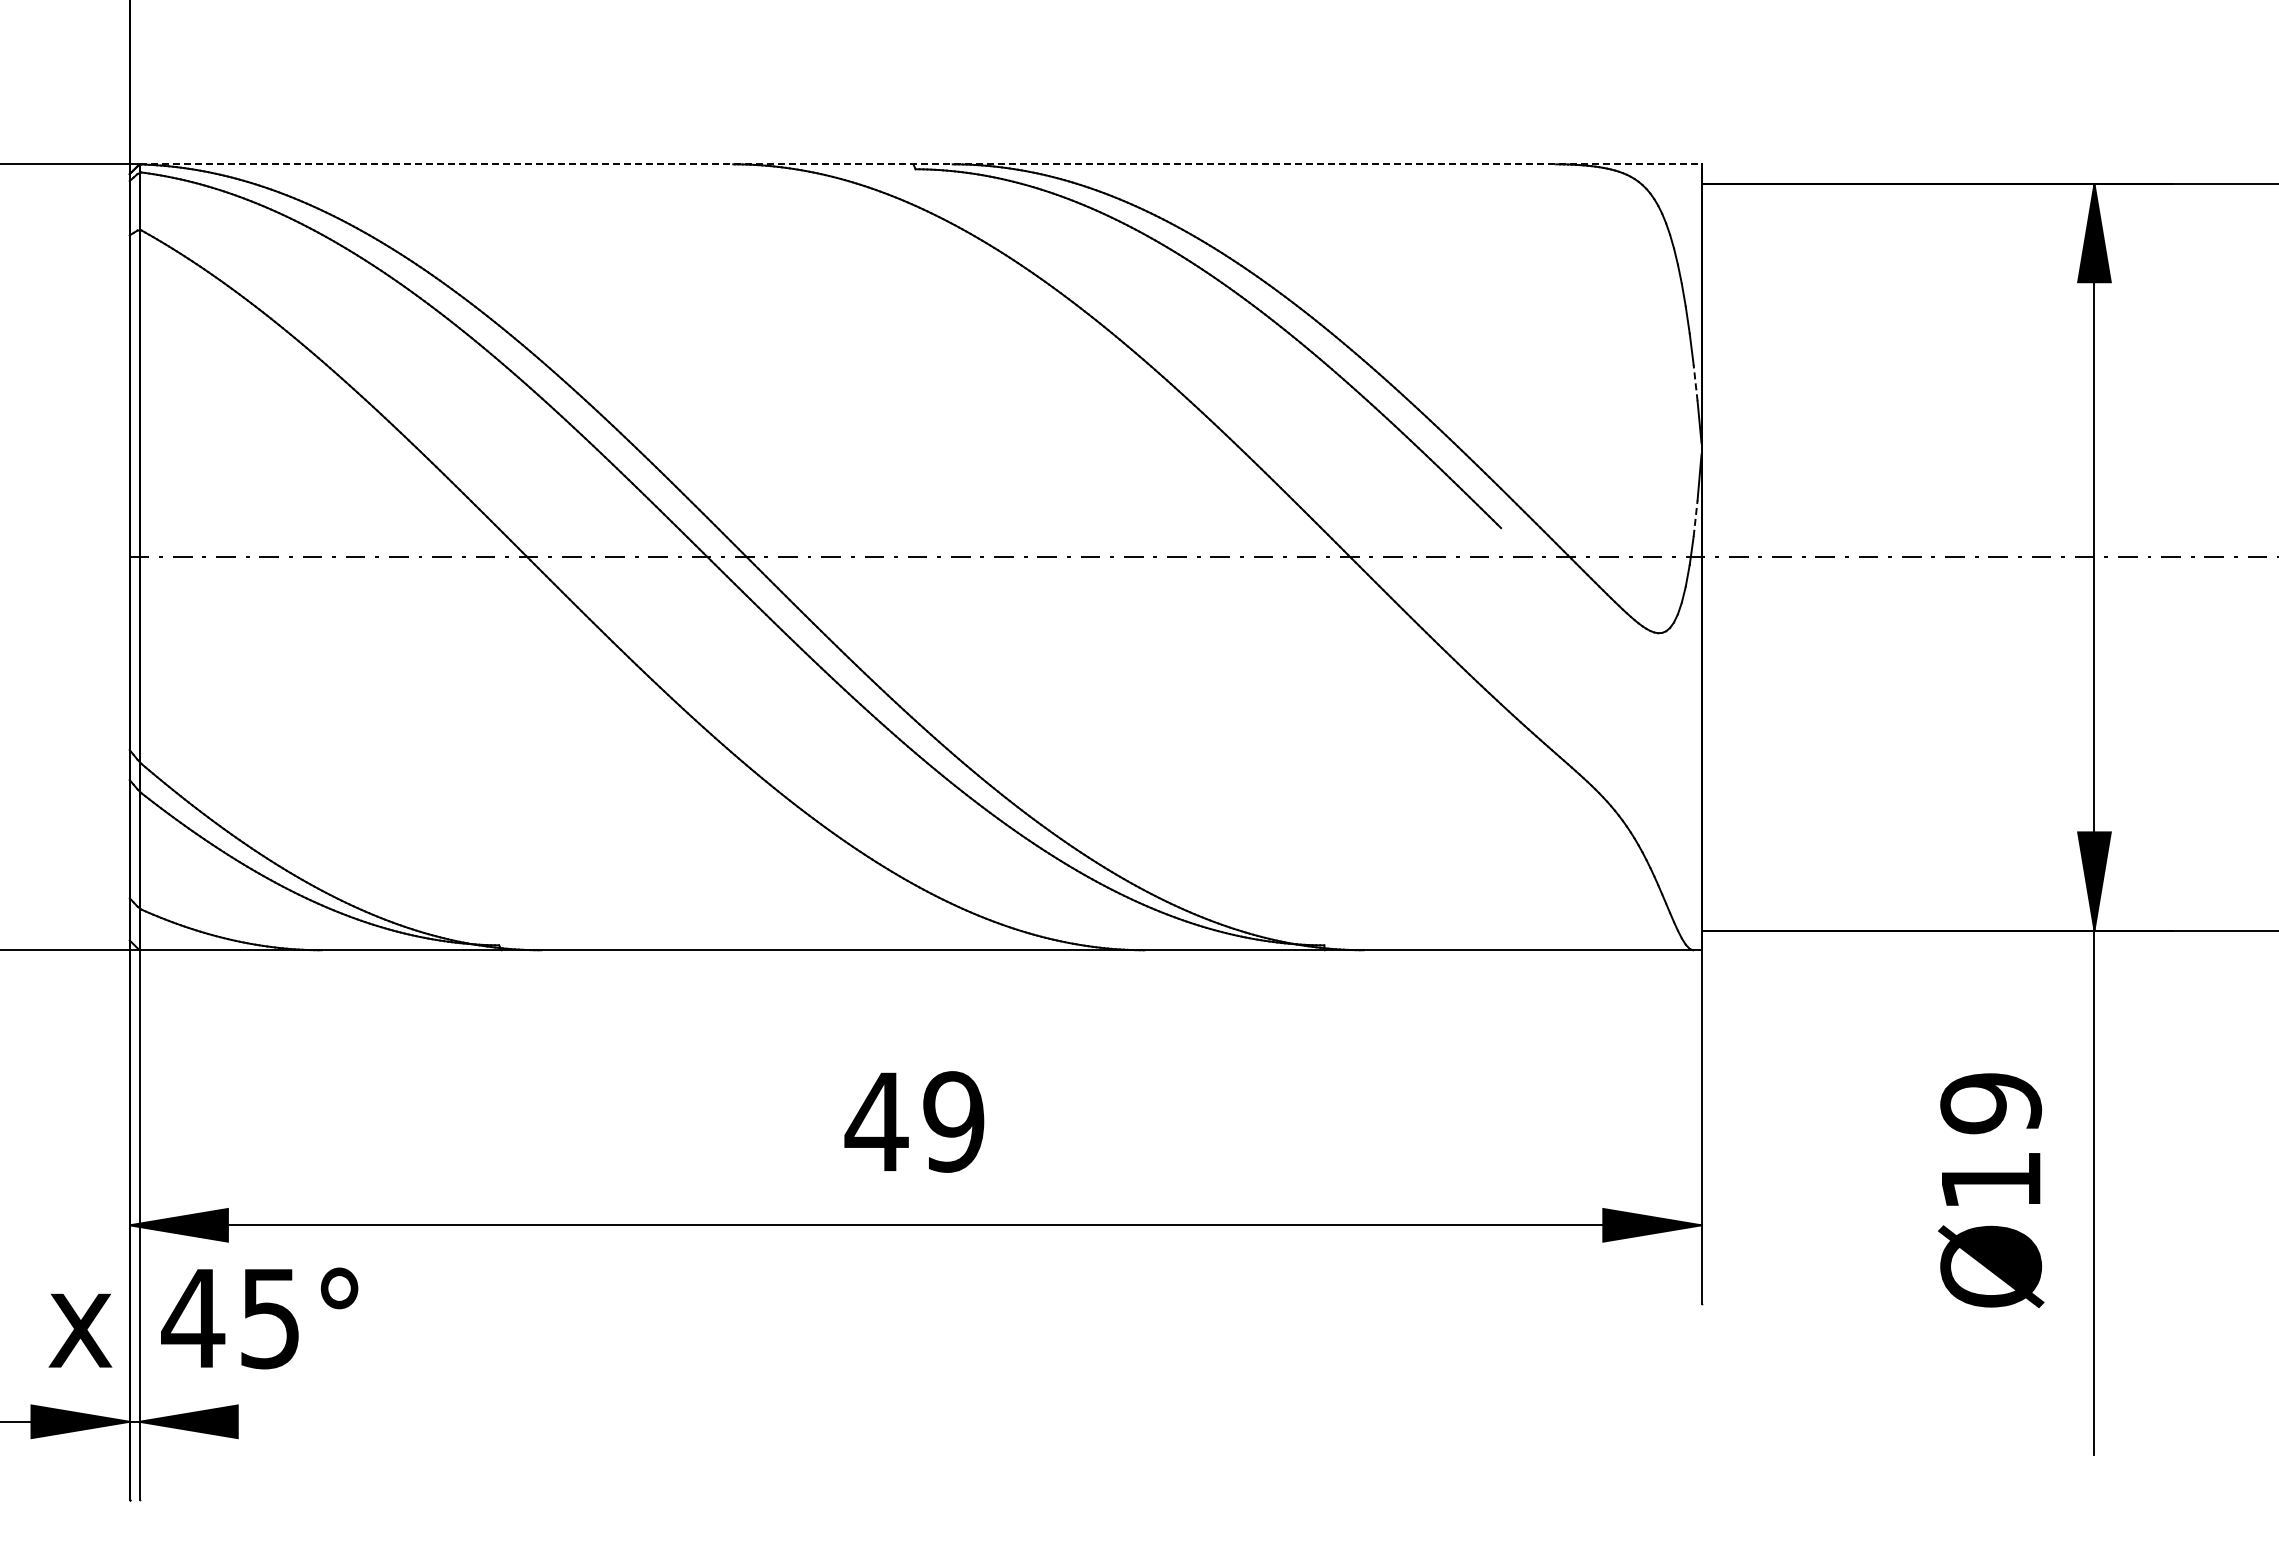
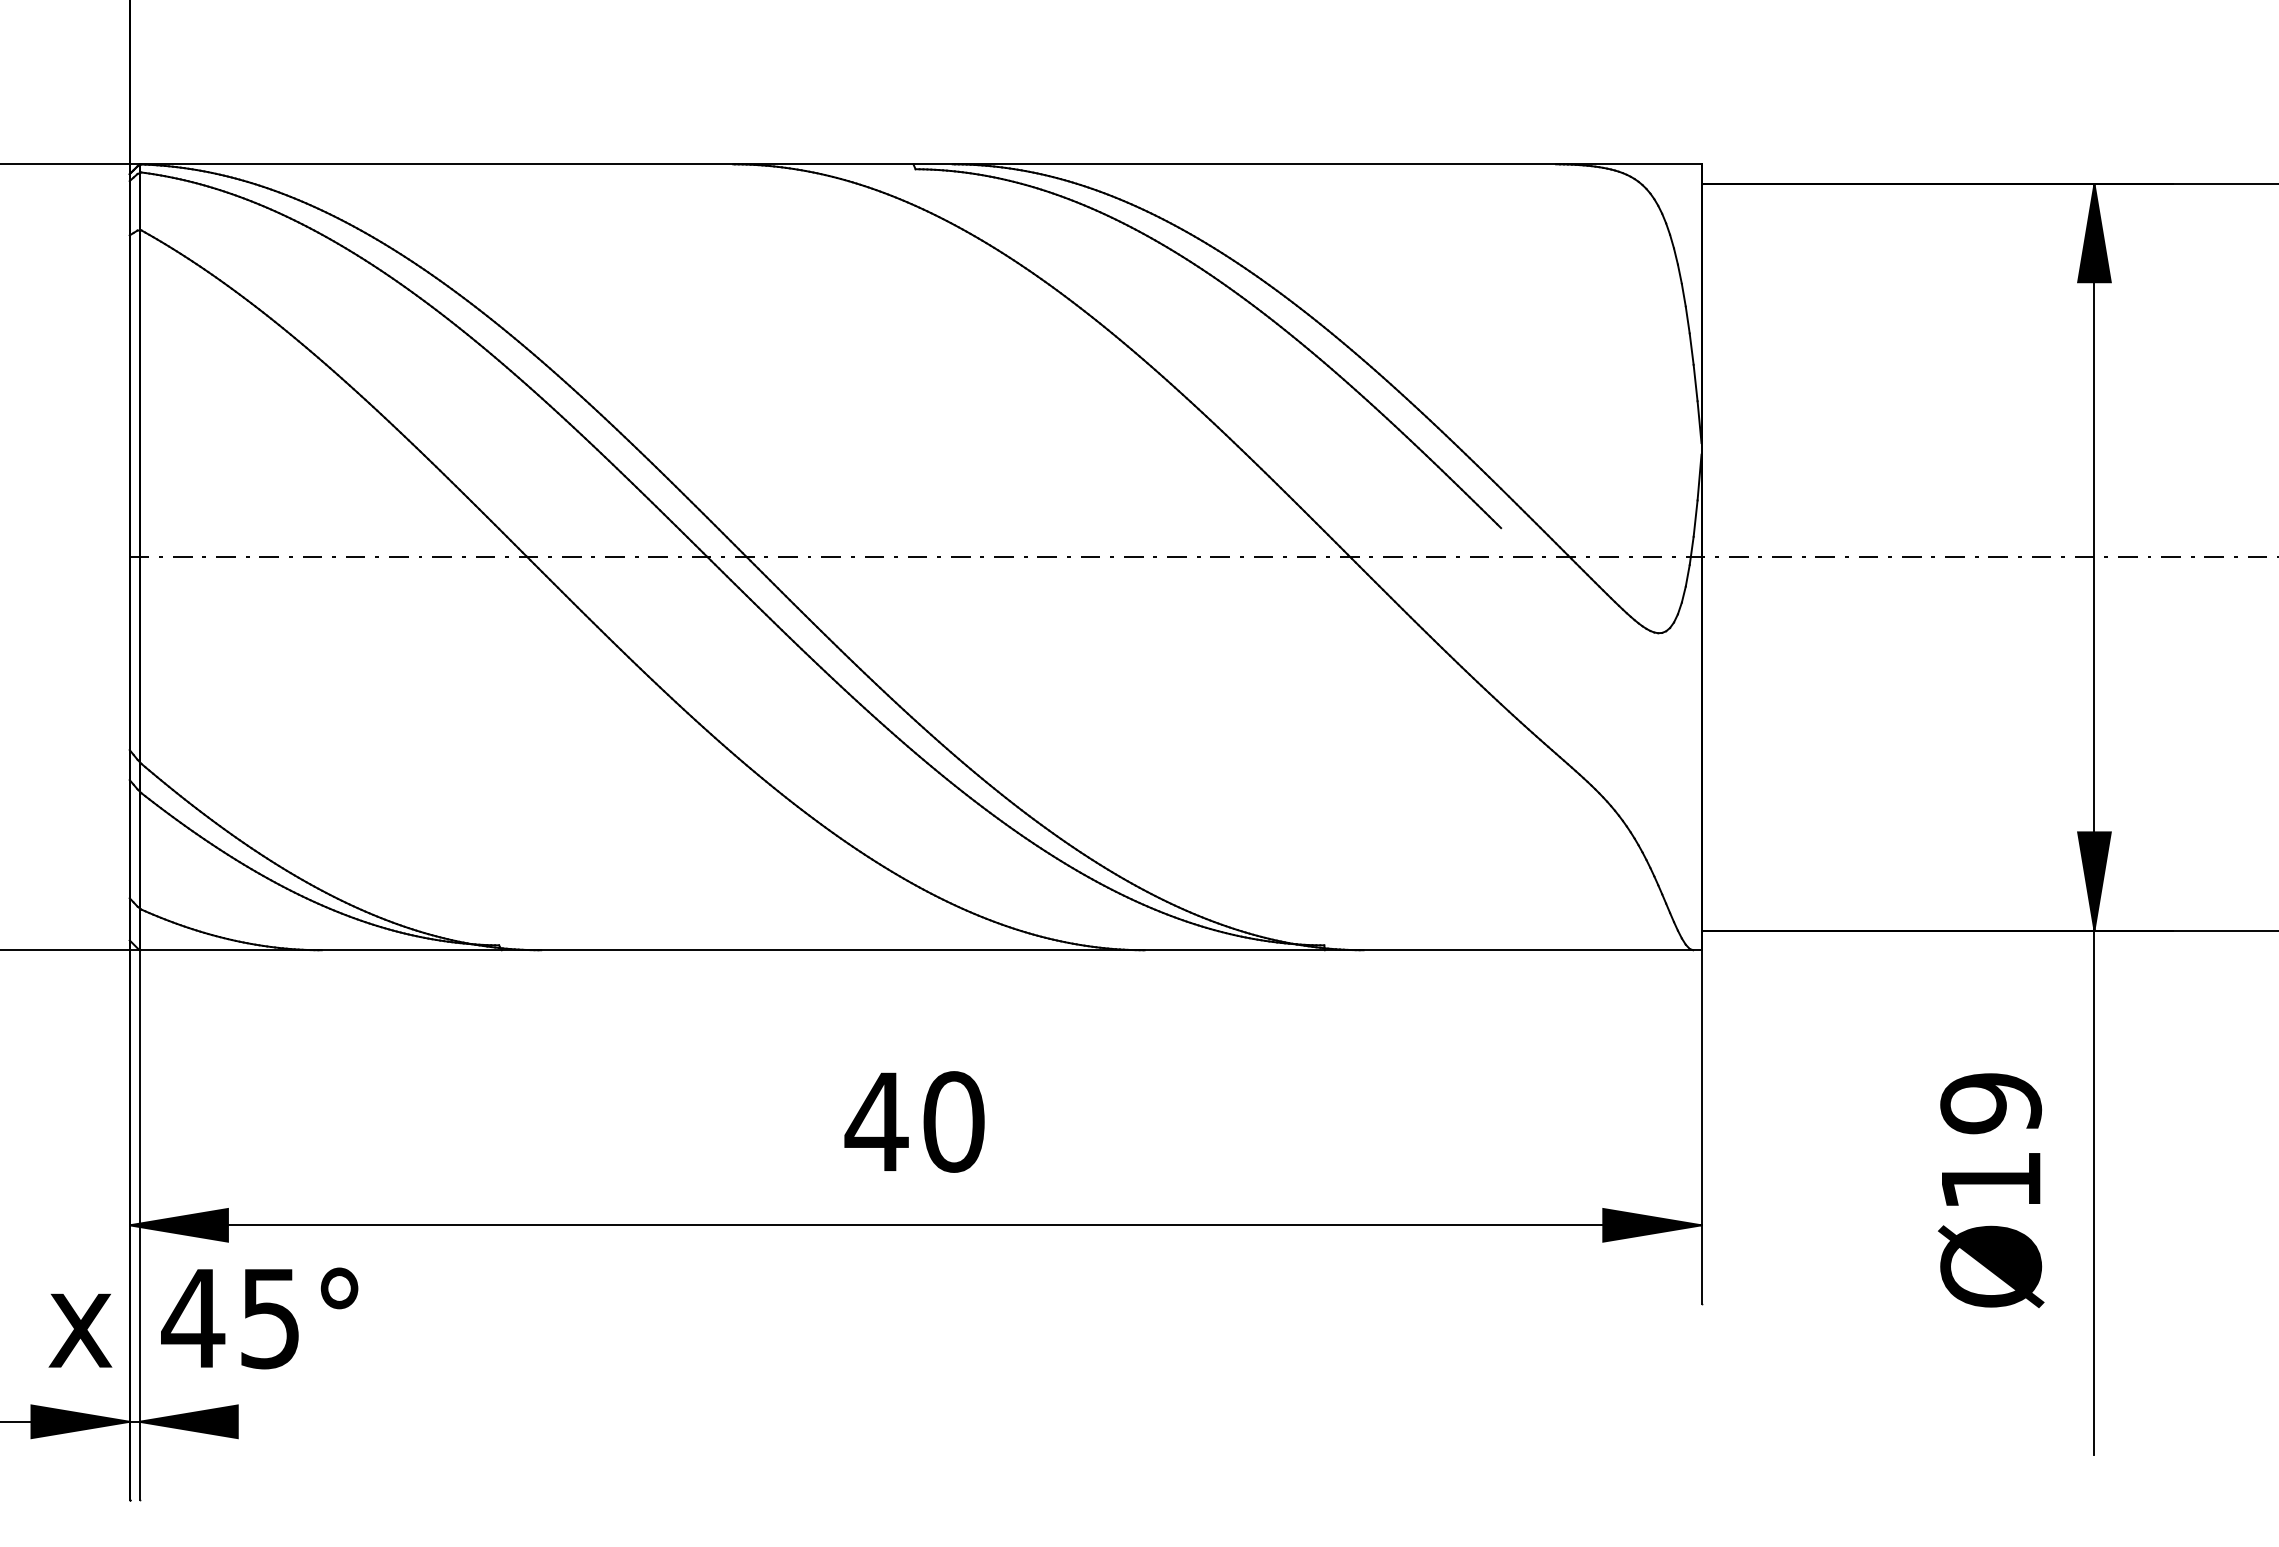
line at (920, 164): dashed -> solid
line at (1695, 382): dashed -> solid
line at (1695, 518): dashed -> solid
text at (953, 1121): 49 -> 40
